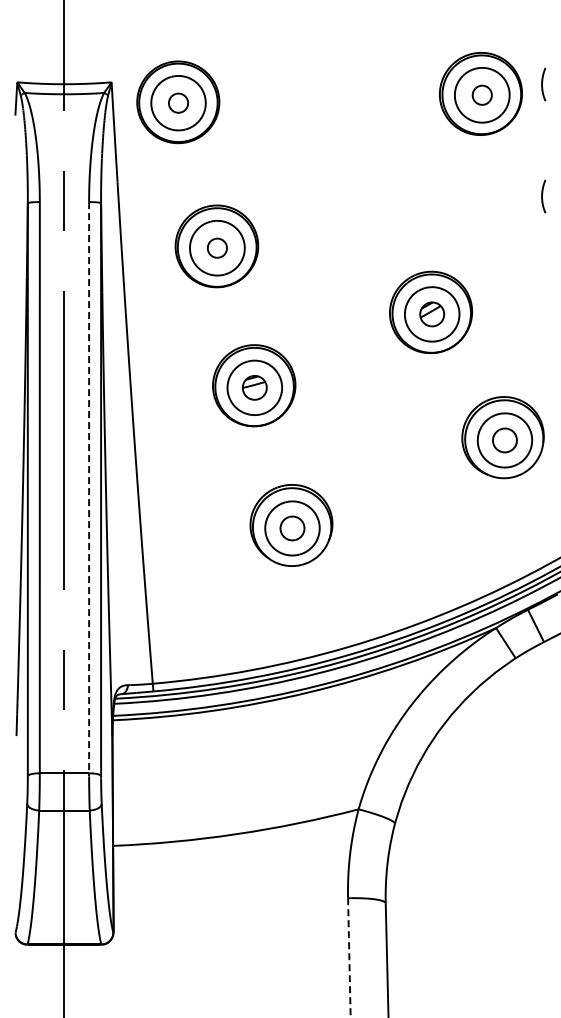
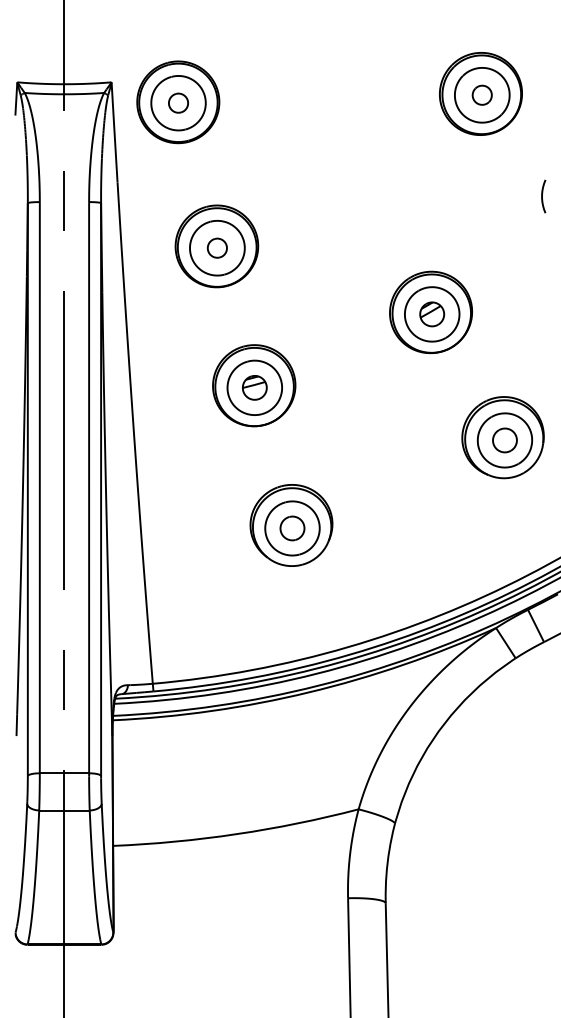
curve at (542, 84): present -> none
line at (89, 489): dashed -> solid
line at (349, 957): dashed -> solid
